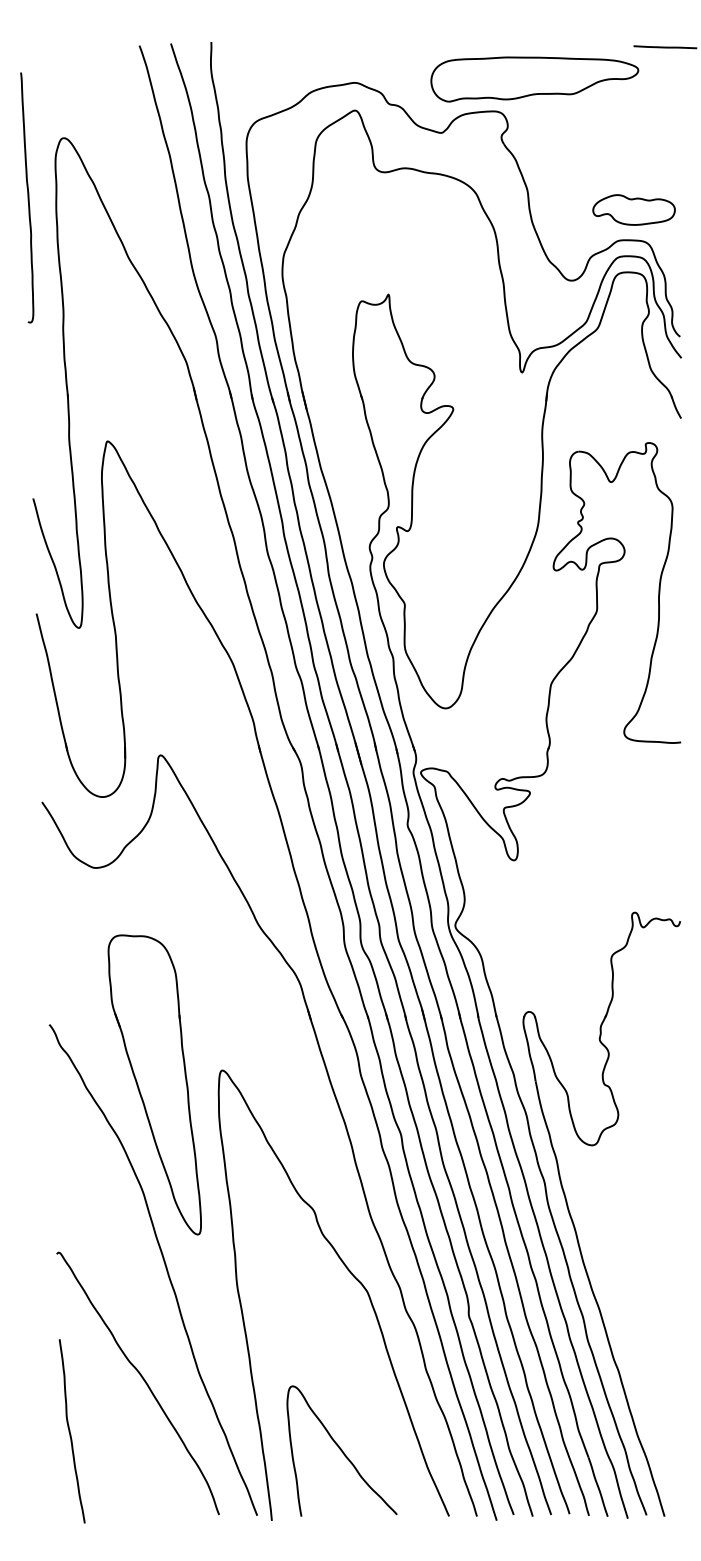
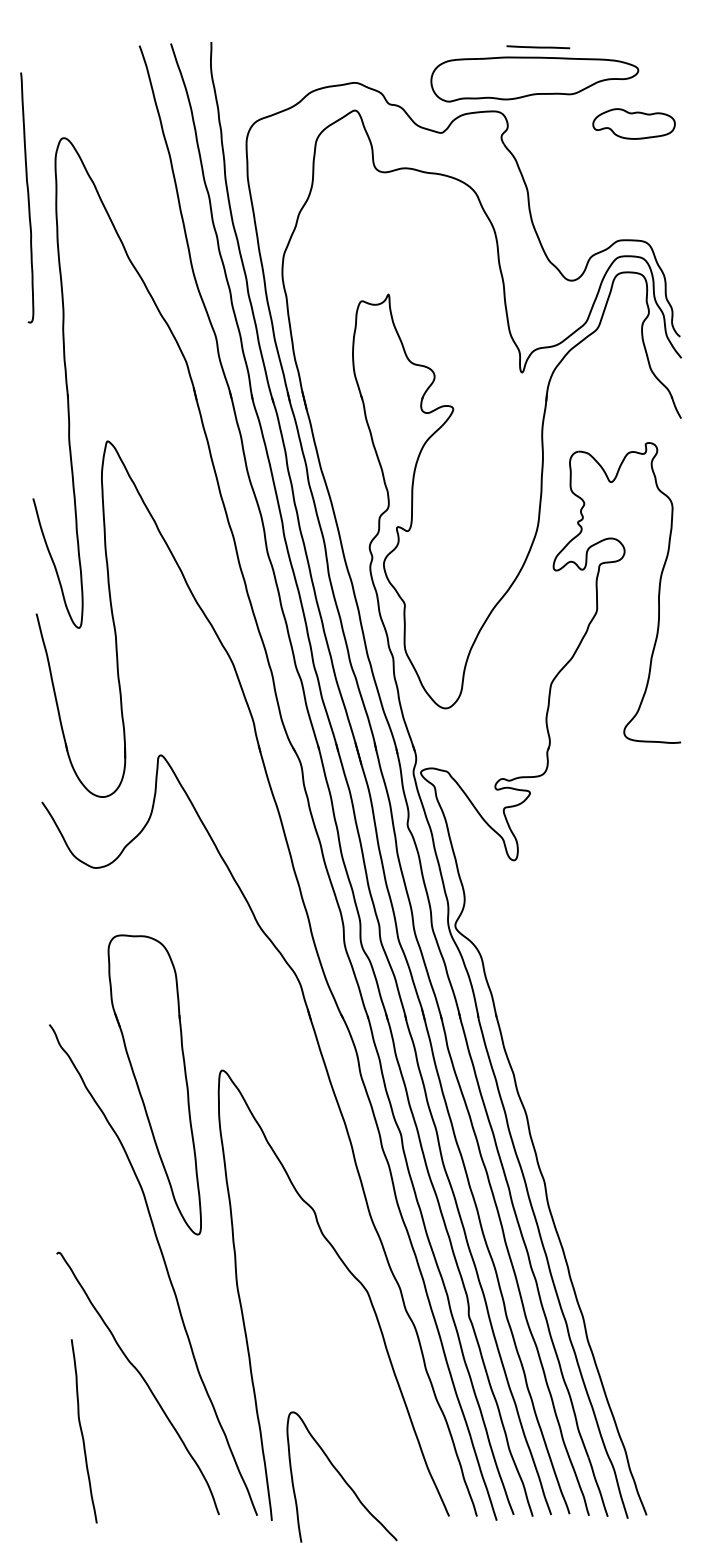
line at (665, 47) position: (665, 47) -> (538, 47)
part at (633, 209) position: (633, 209) -> (633, 123)
part at (574, 1223): present -> none
curve at (70, 1431) position: (70, 1431) -> (82, 1431)
curve at (341, 1450) position: (341, 1450) -> (341, 1476)
